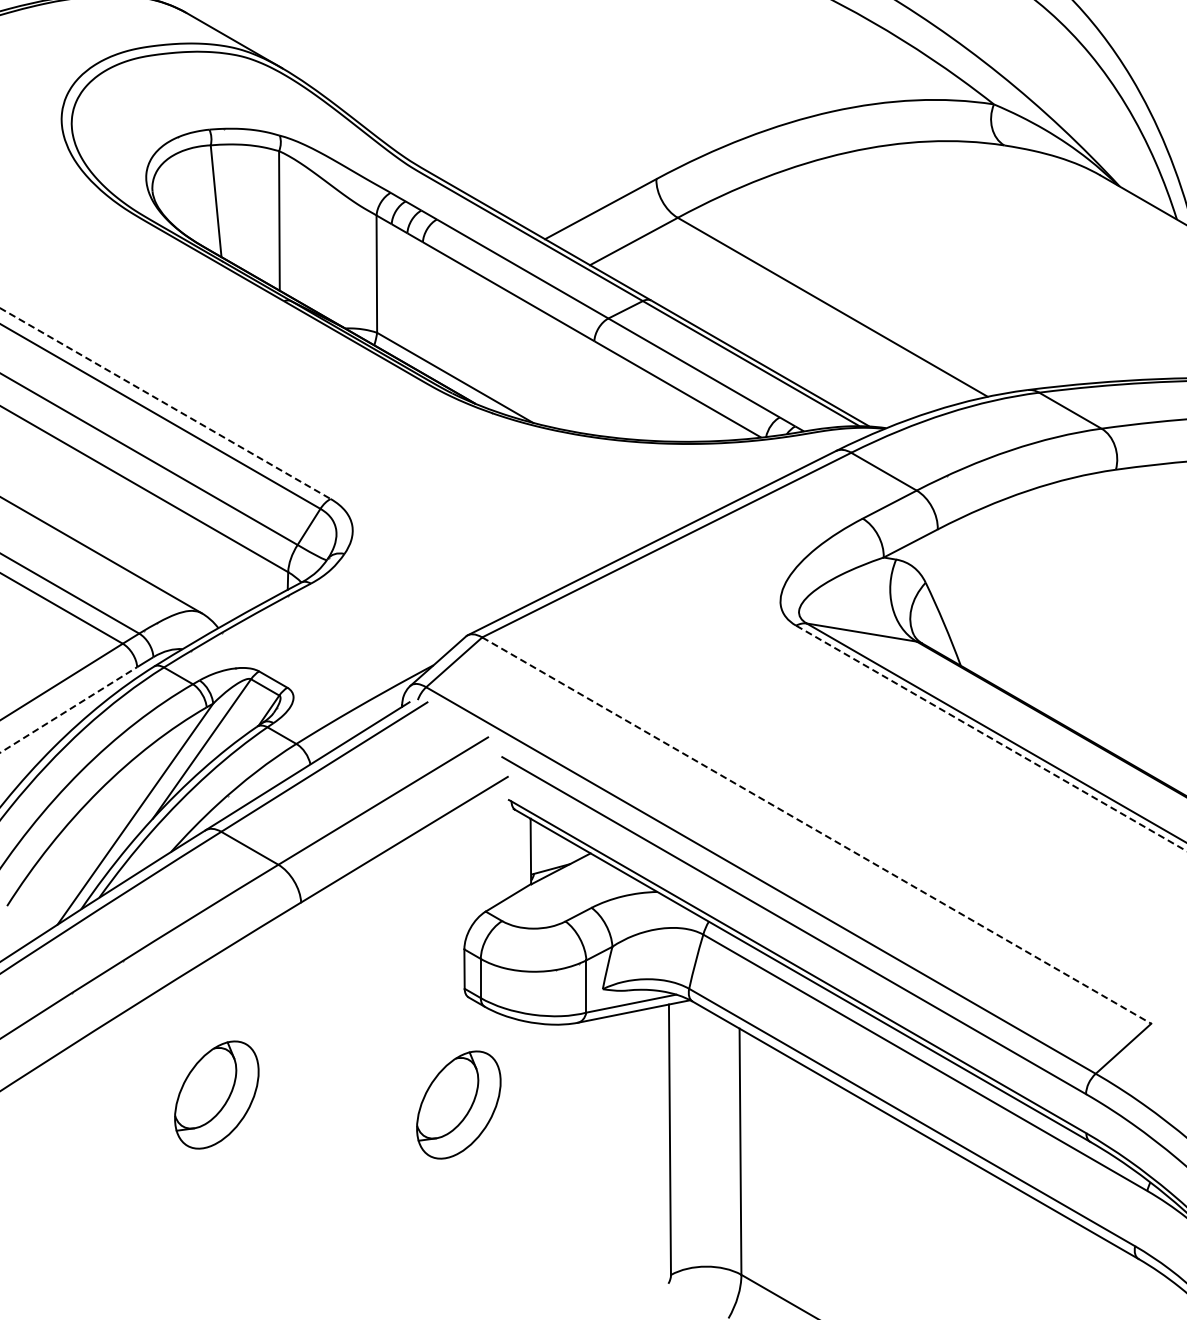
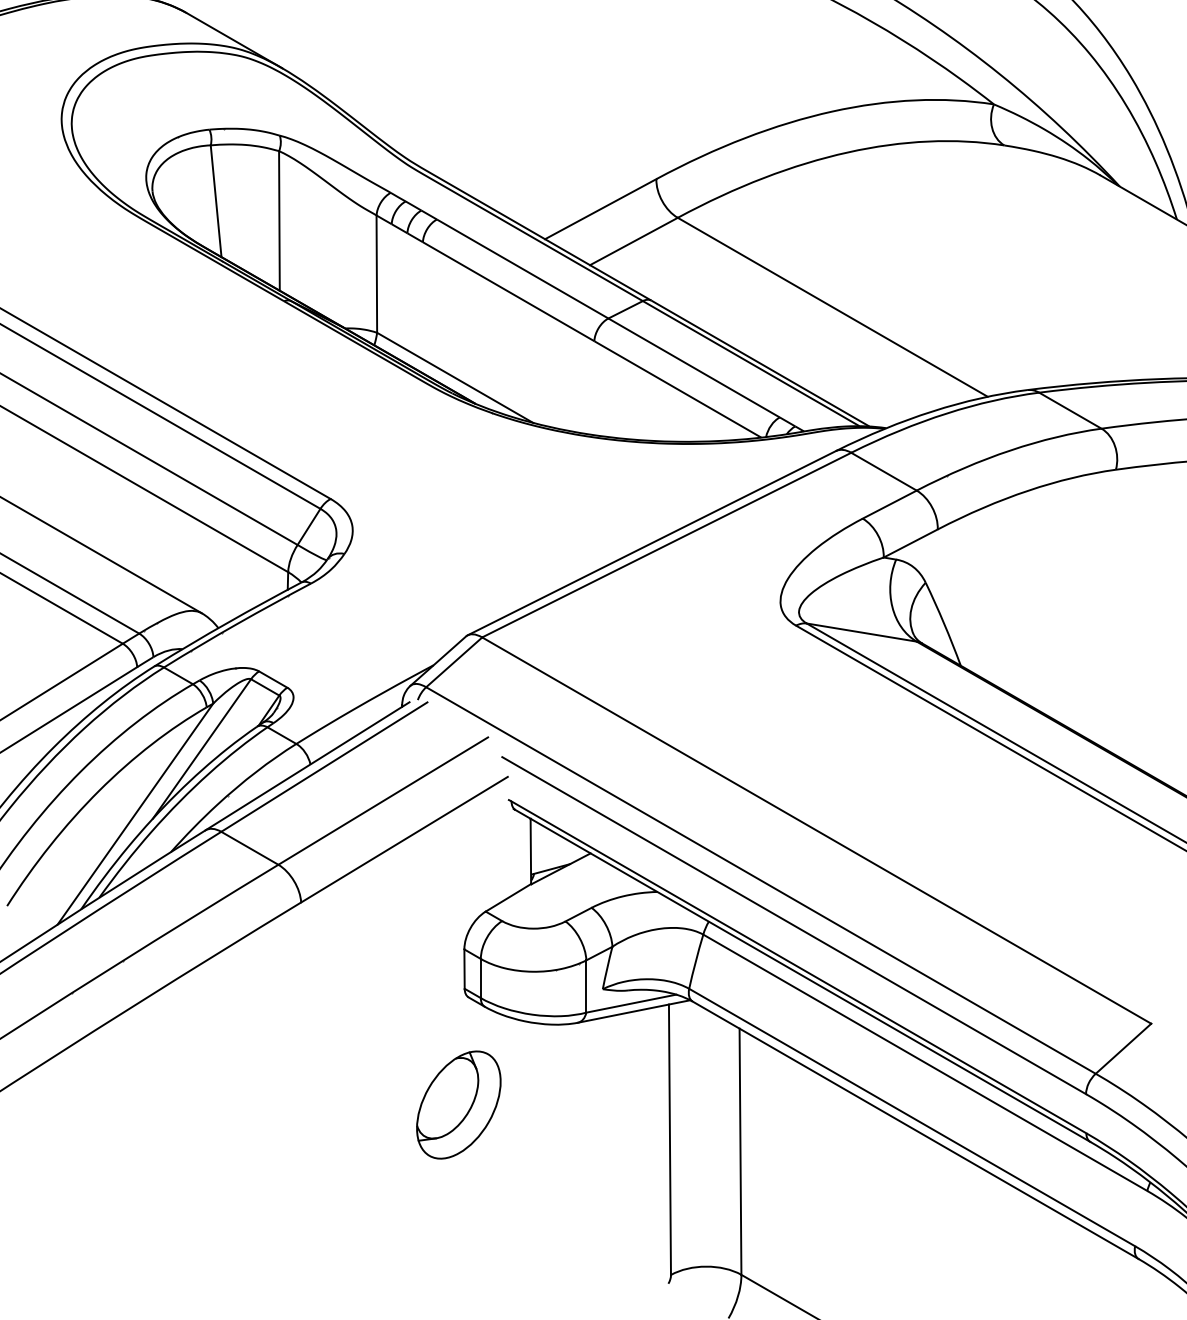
line at (165, 403): dashed -> solid
line at (69, 709): dashed -> solid
line at (990, 738): dashed -> solid
line at (817, 830): dashed -> solid
part at (216, 1094): present -> none
